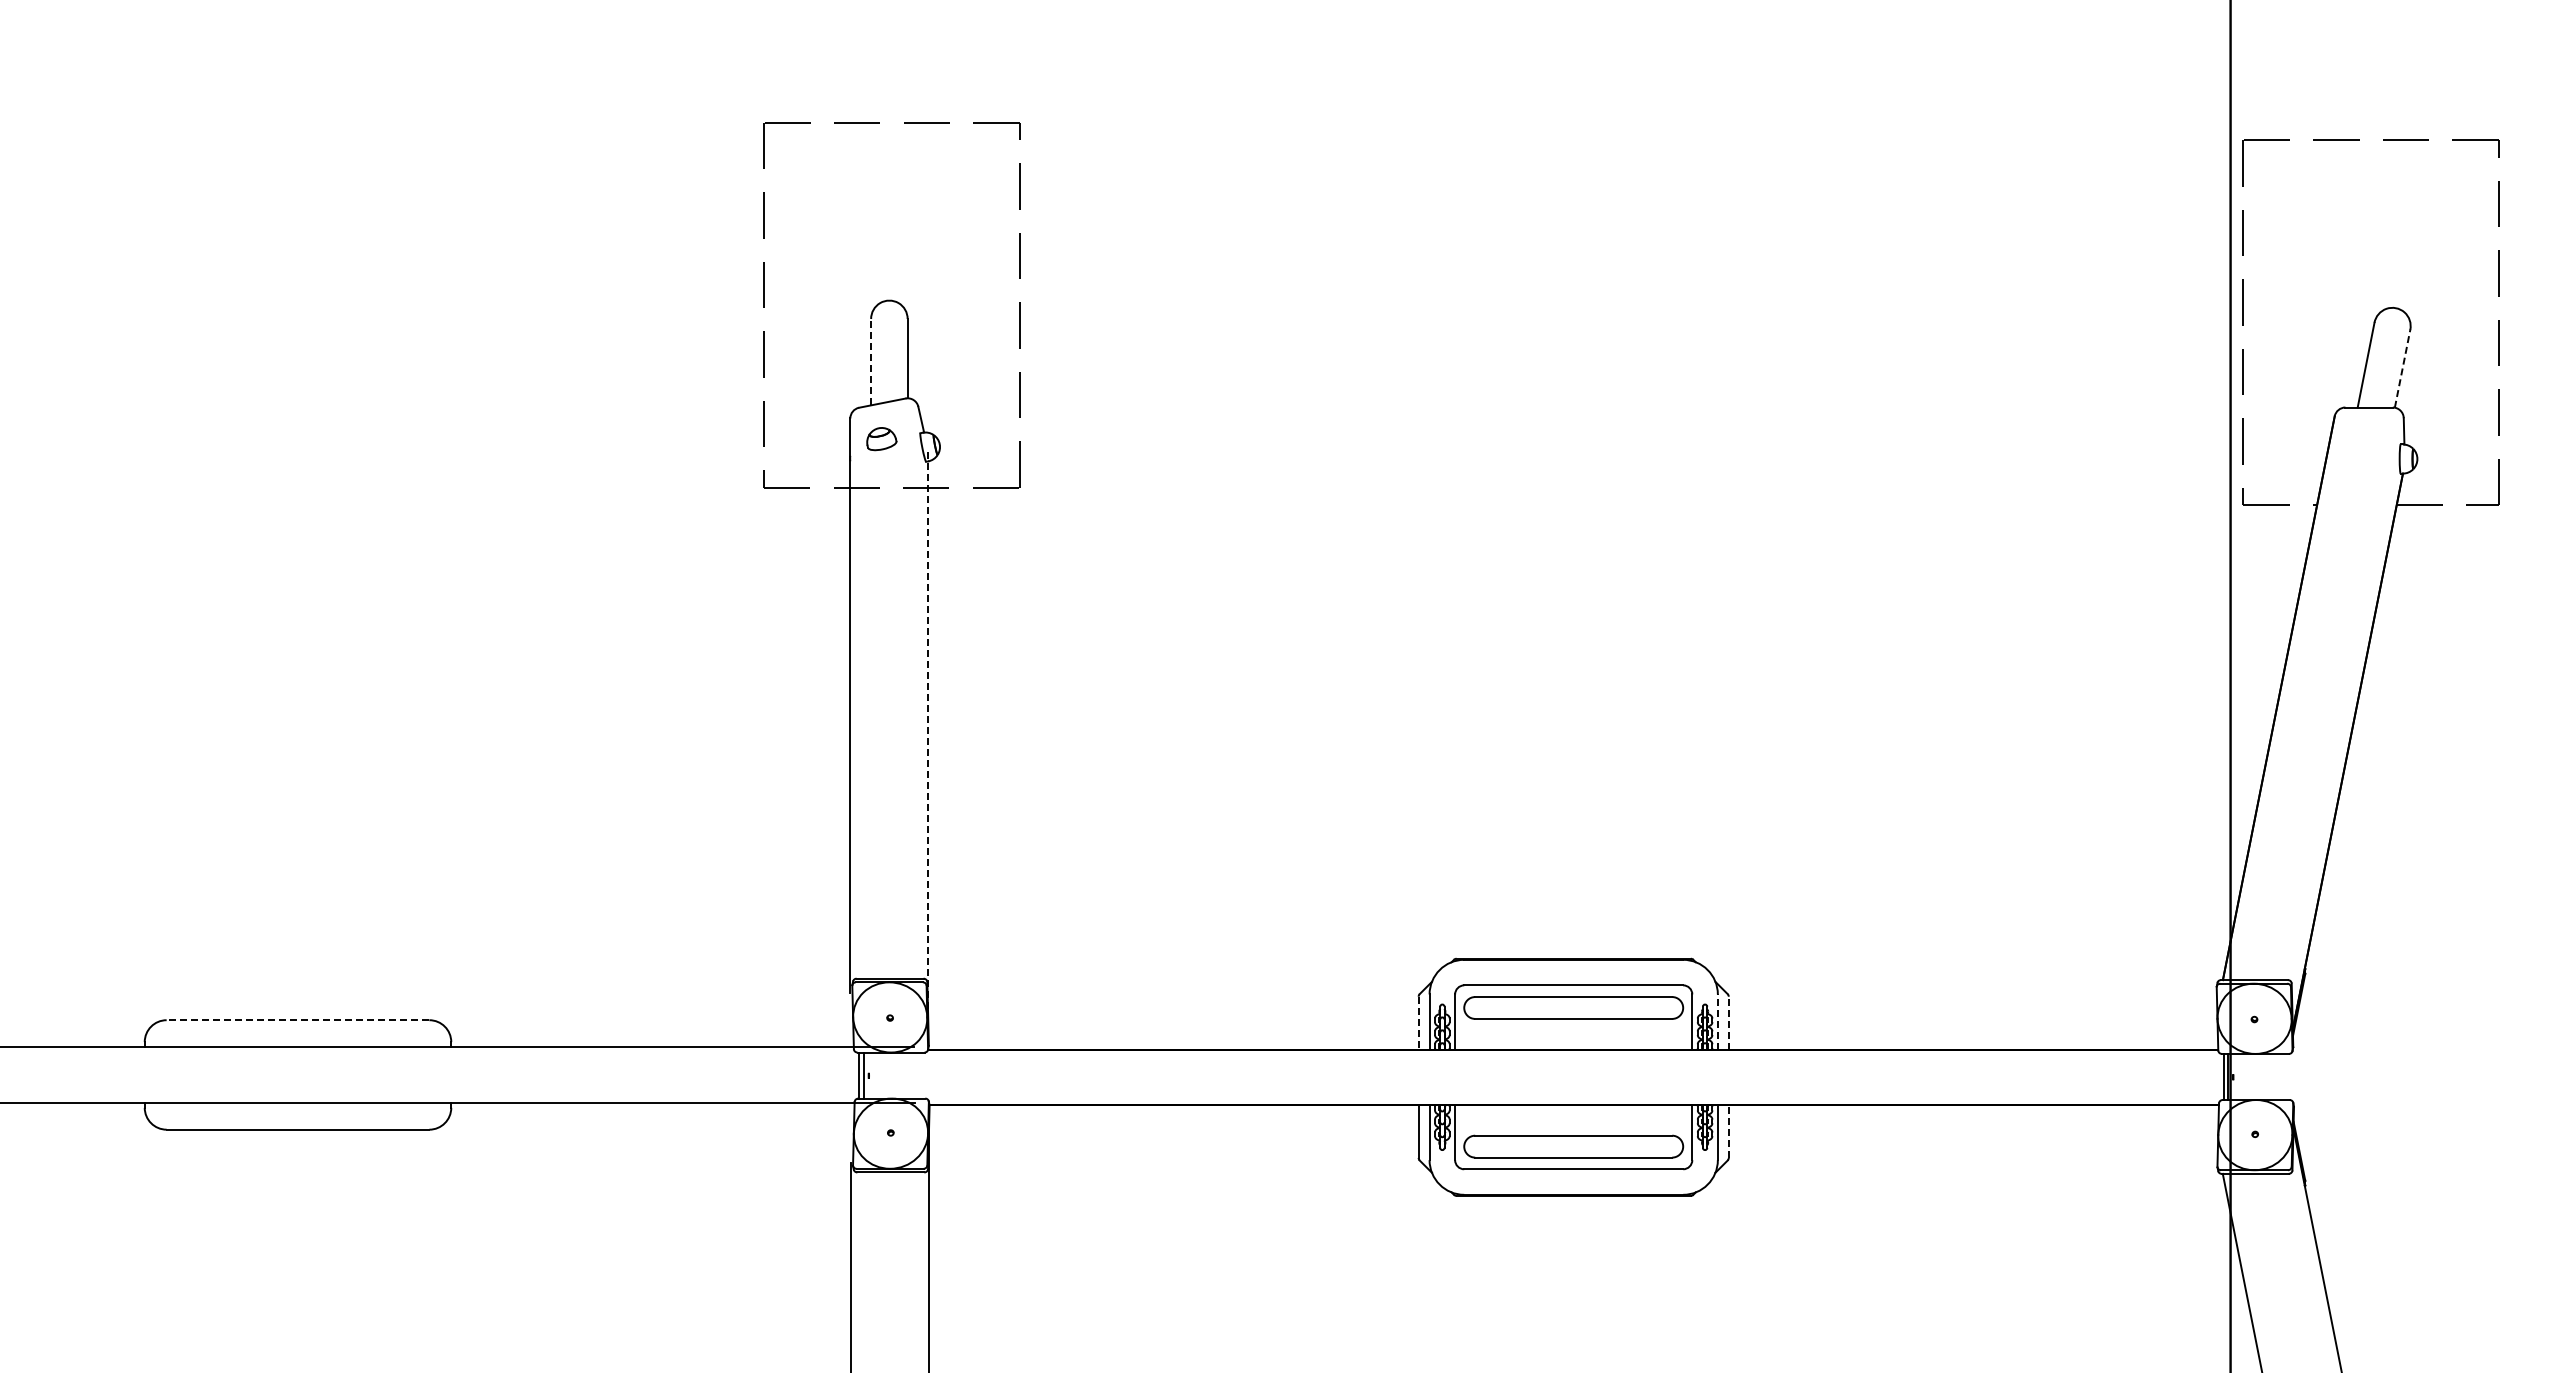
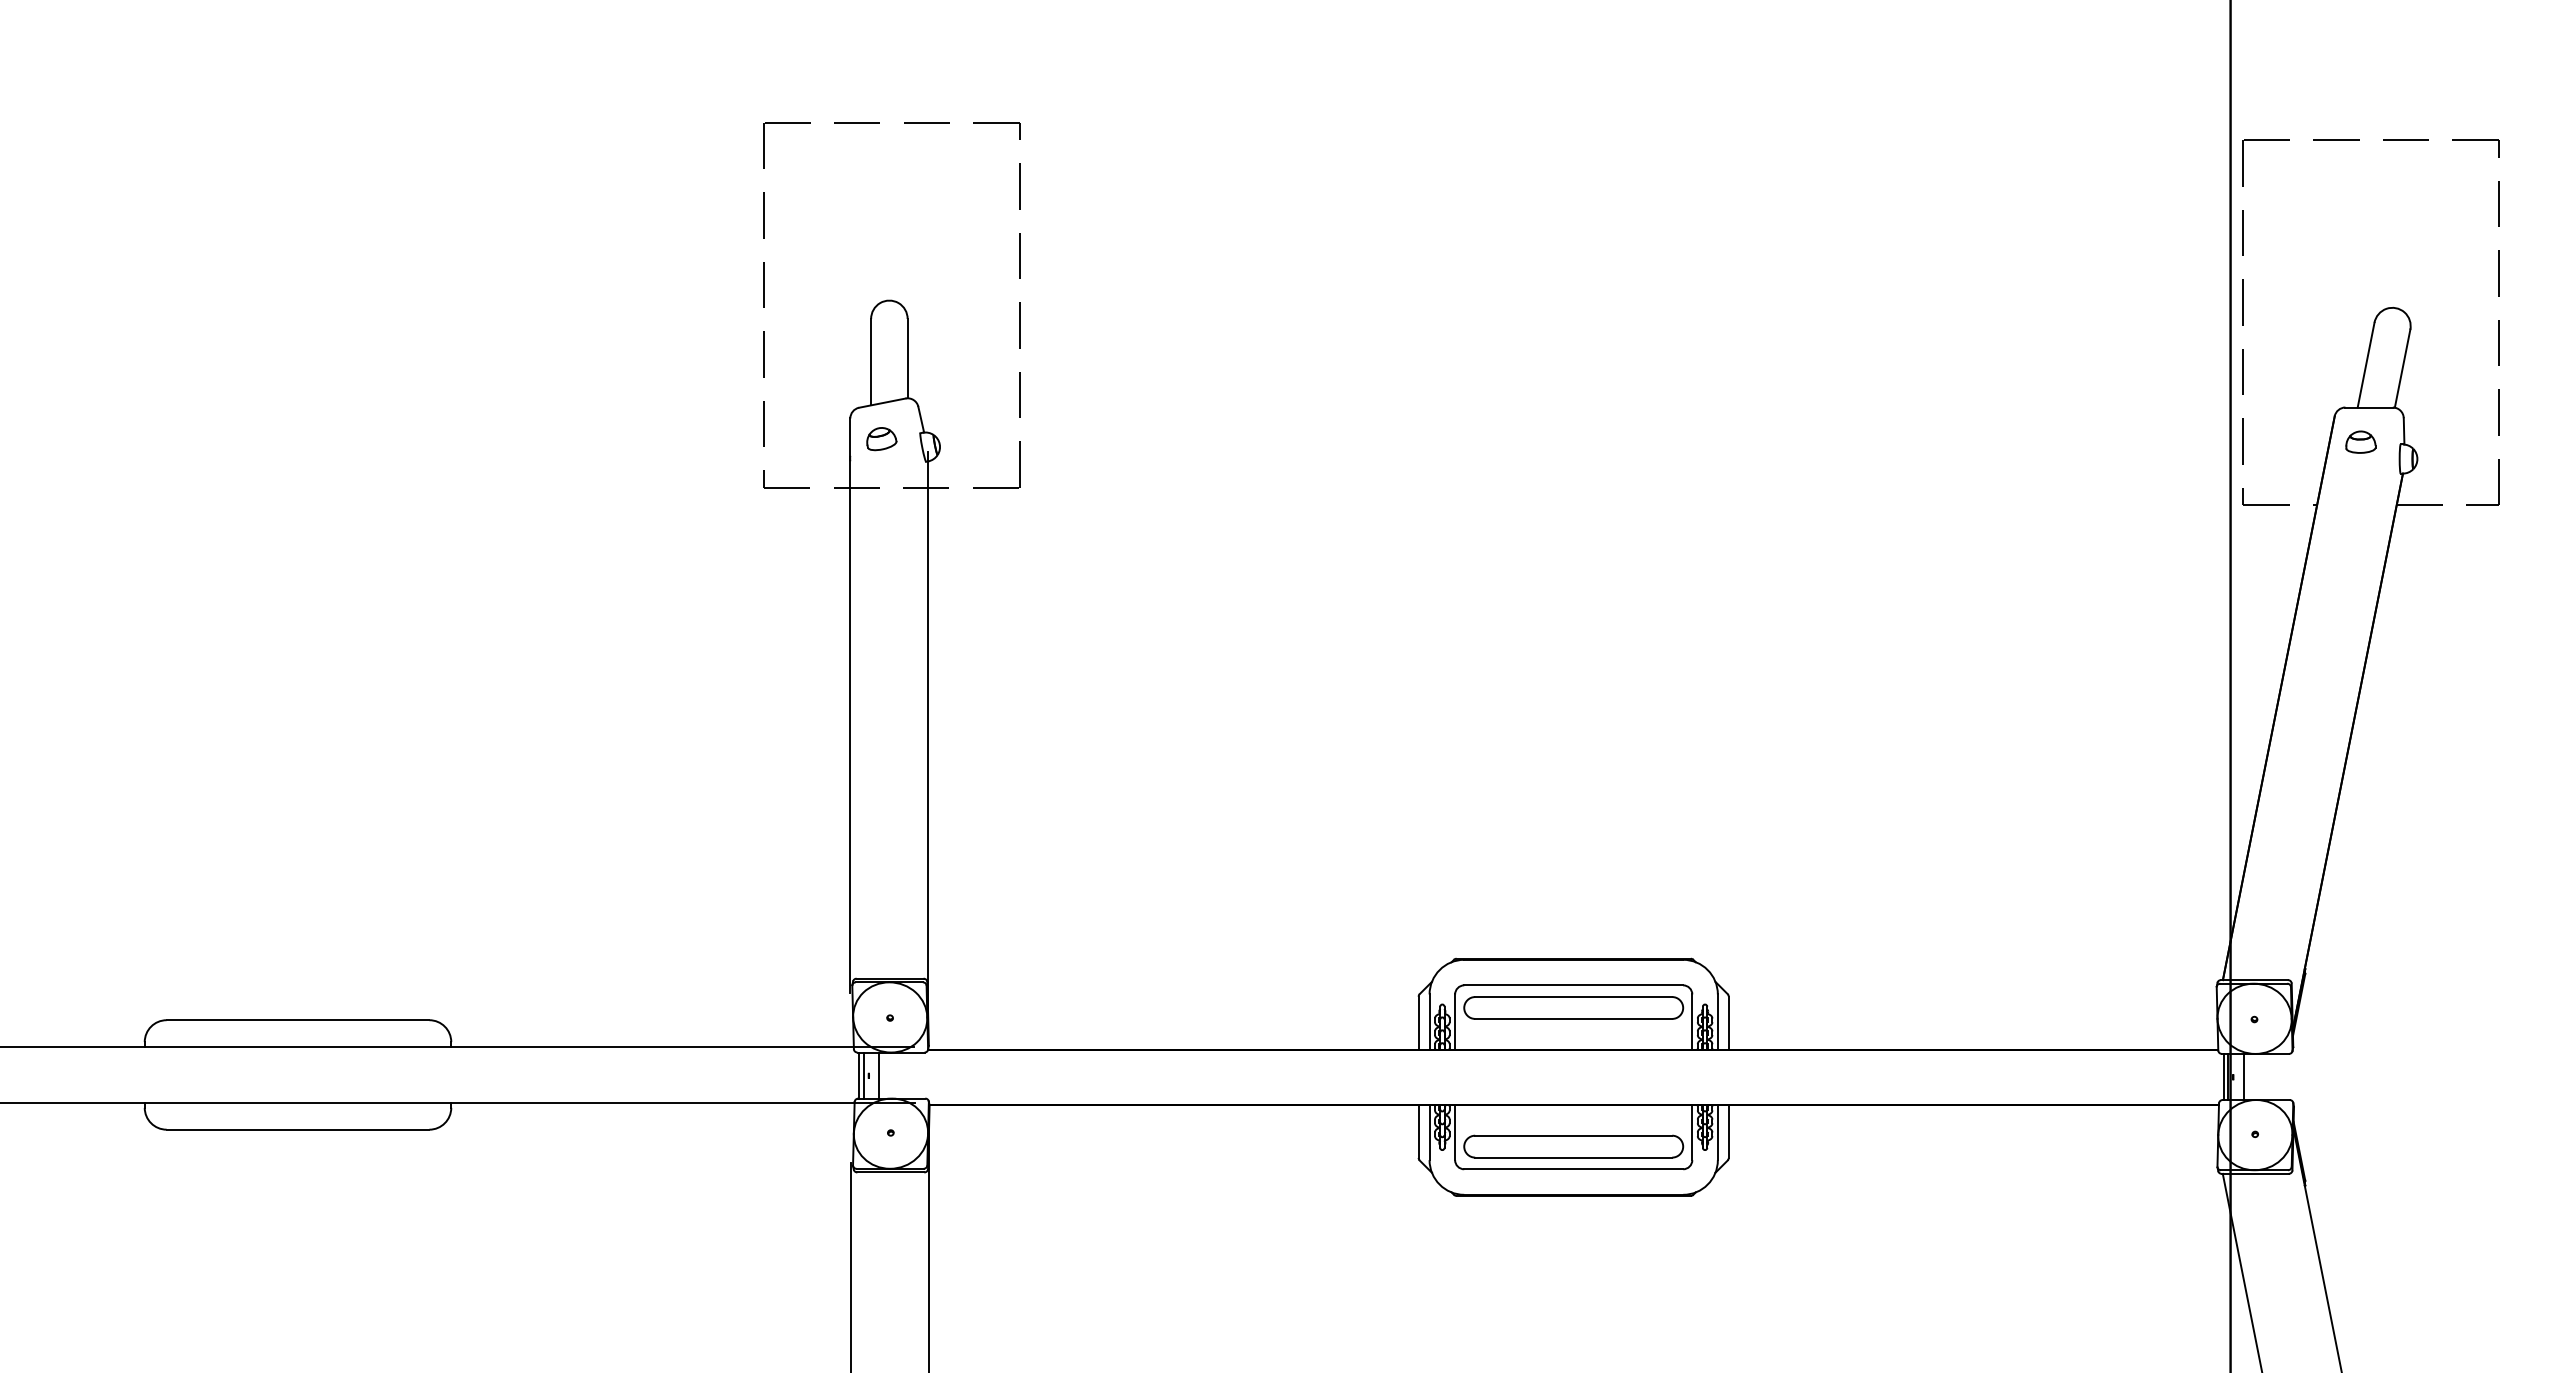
line at (871, 361): dashed -> solid
line at (2402, 368): dashed -> solid
part at (2360, 441): none -> present
line at (928, 736): dashed -> solid
line at (297, 1020): dashed -> solid
line at (1717, 1022): dashed -> solid
line at (1728, 1022): dashed -> solid
line at (1418, 1023): dashed -> solid
line at (879, 1075): none -> present
line at (2243, 1076): none -> present
line at (1728, 1131): dashed -> solid
